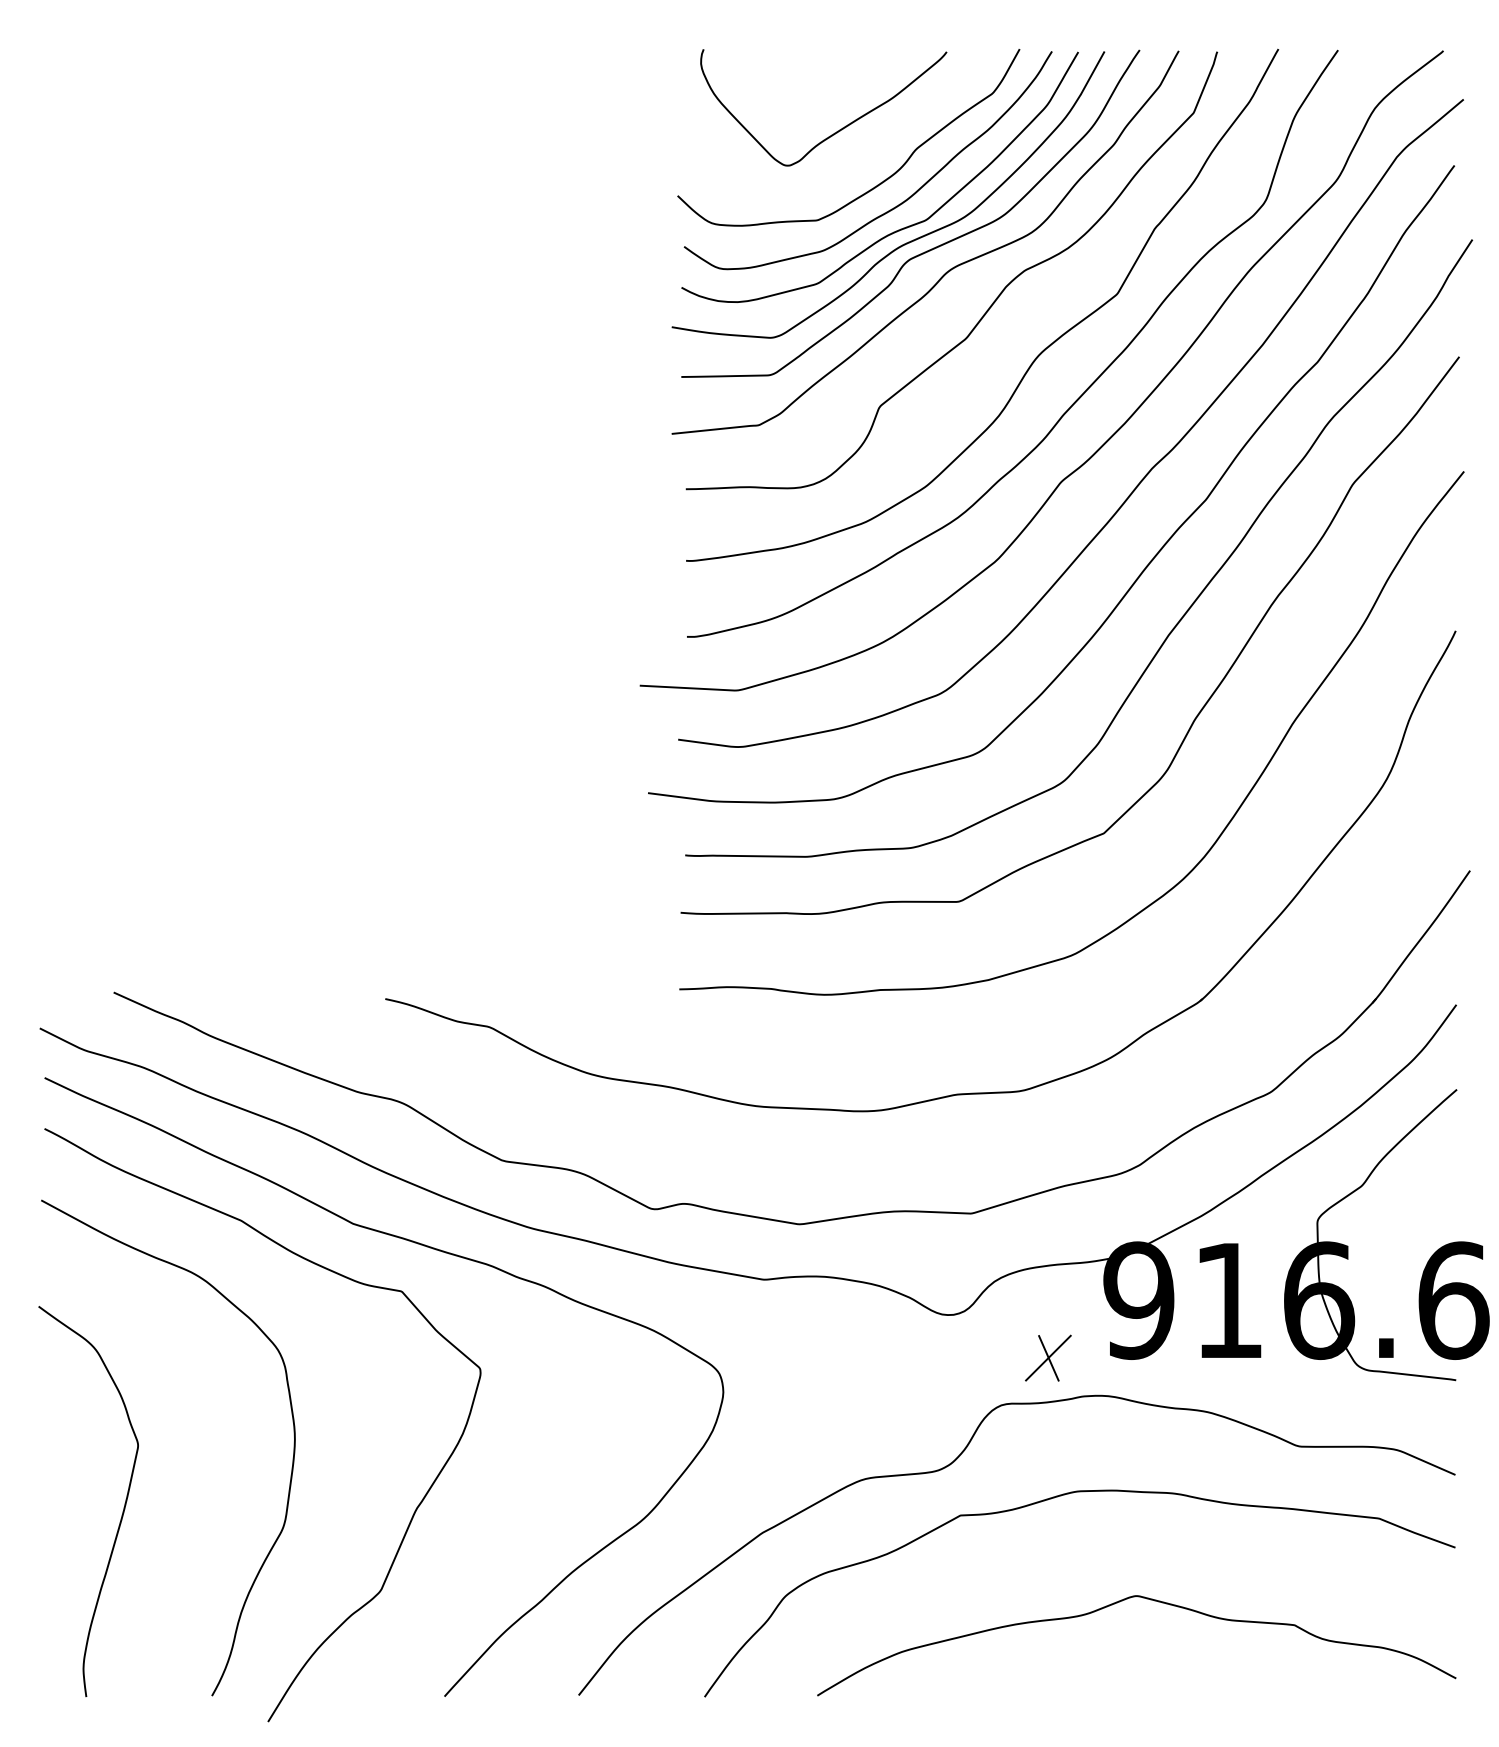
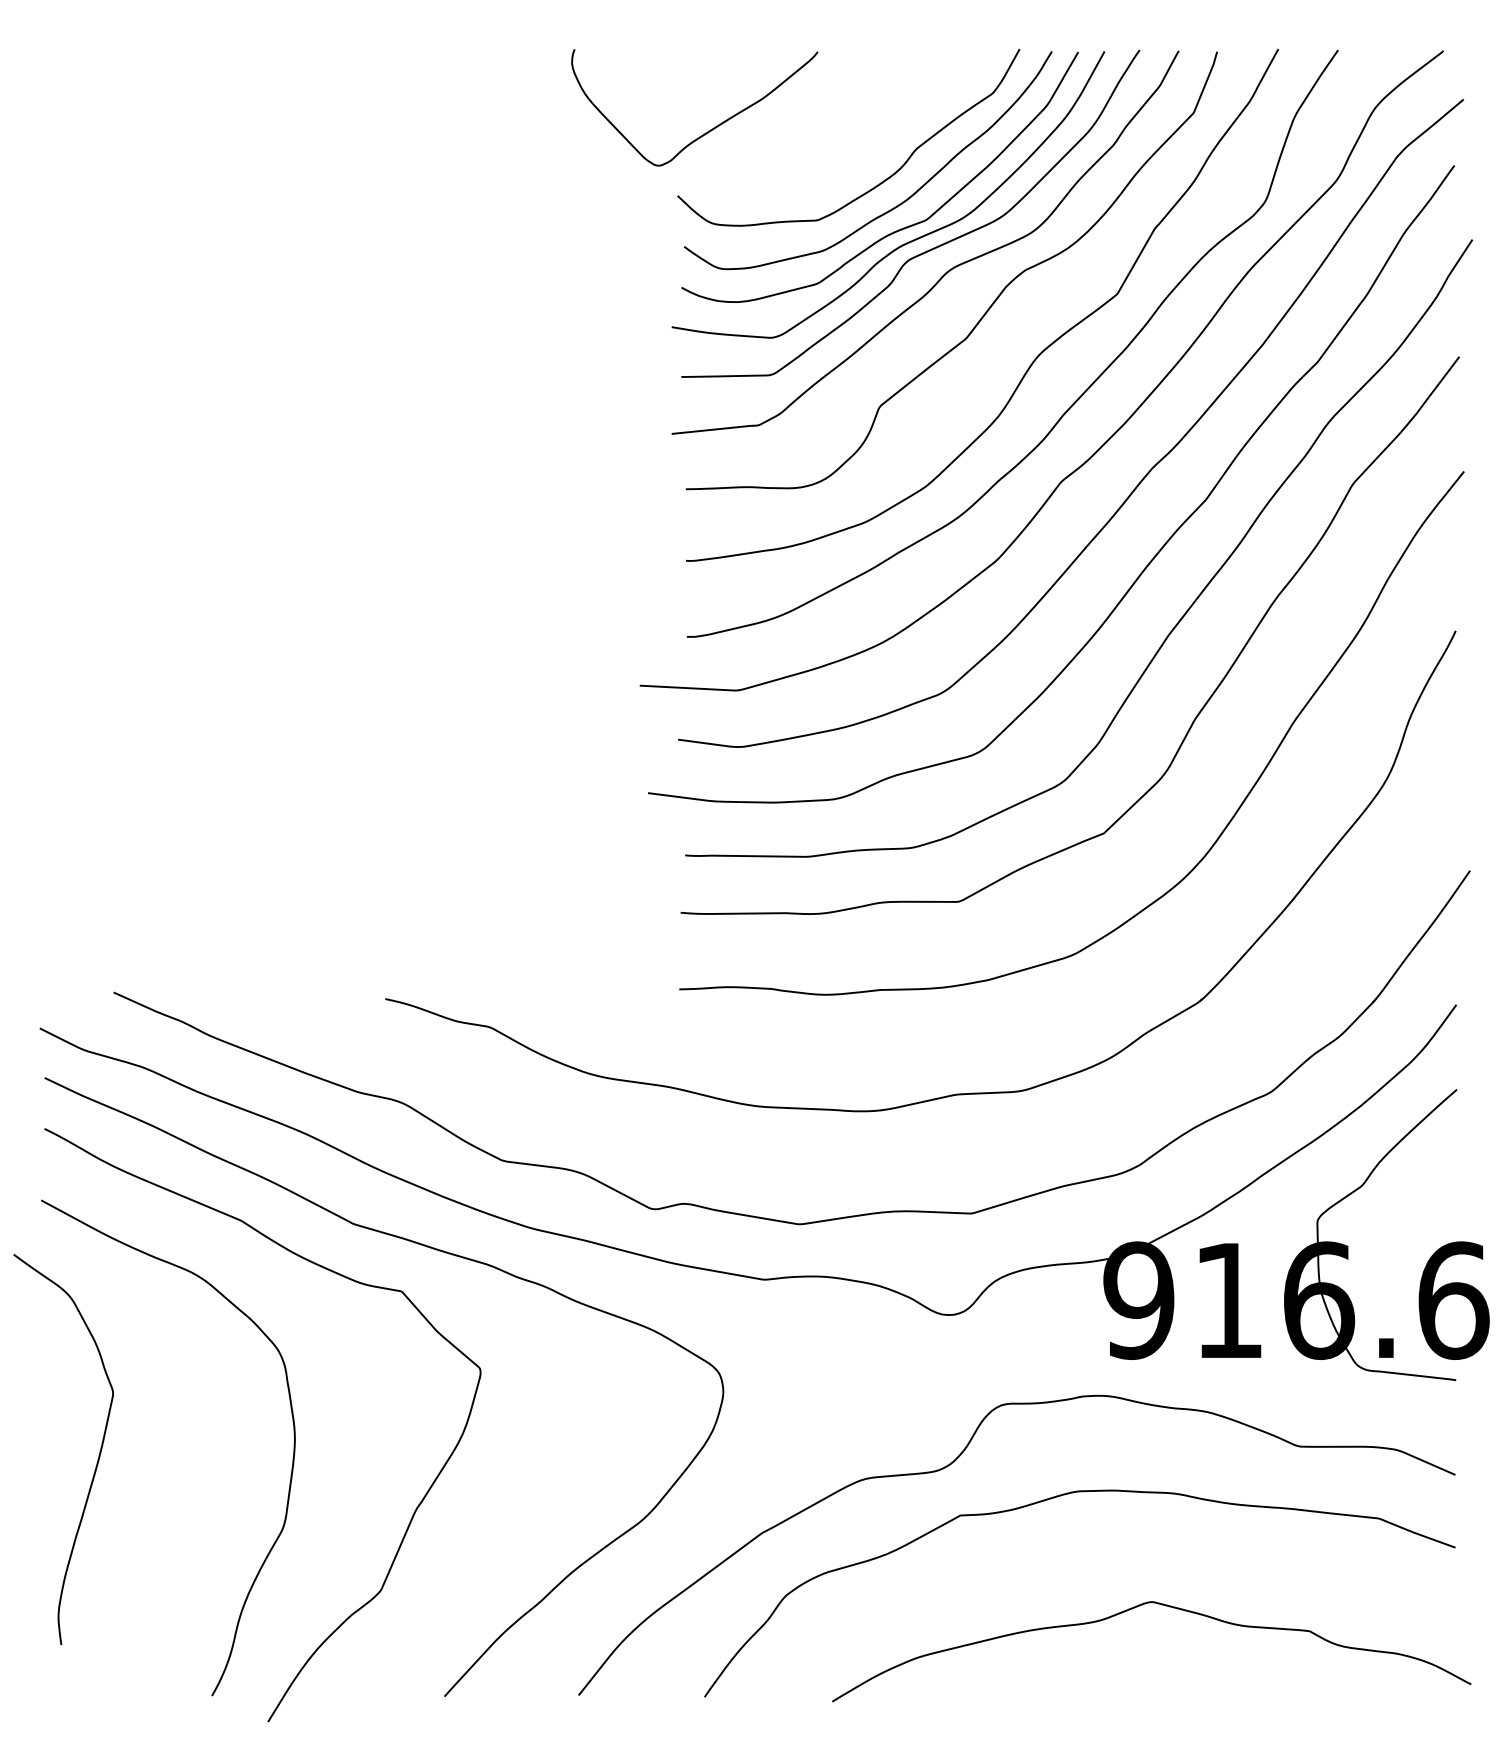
curve at (839, 129) position: (839, 129) -> (710, 129)
part at (1048, 1357): present -> none
curve at (122, 1511) position: (122, 1511) -> (97, 1459)
curve at (1117, 1603) position: (1117, 1603) -> (1132, 1609)
